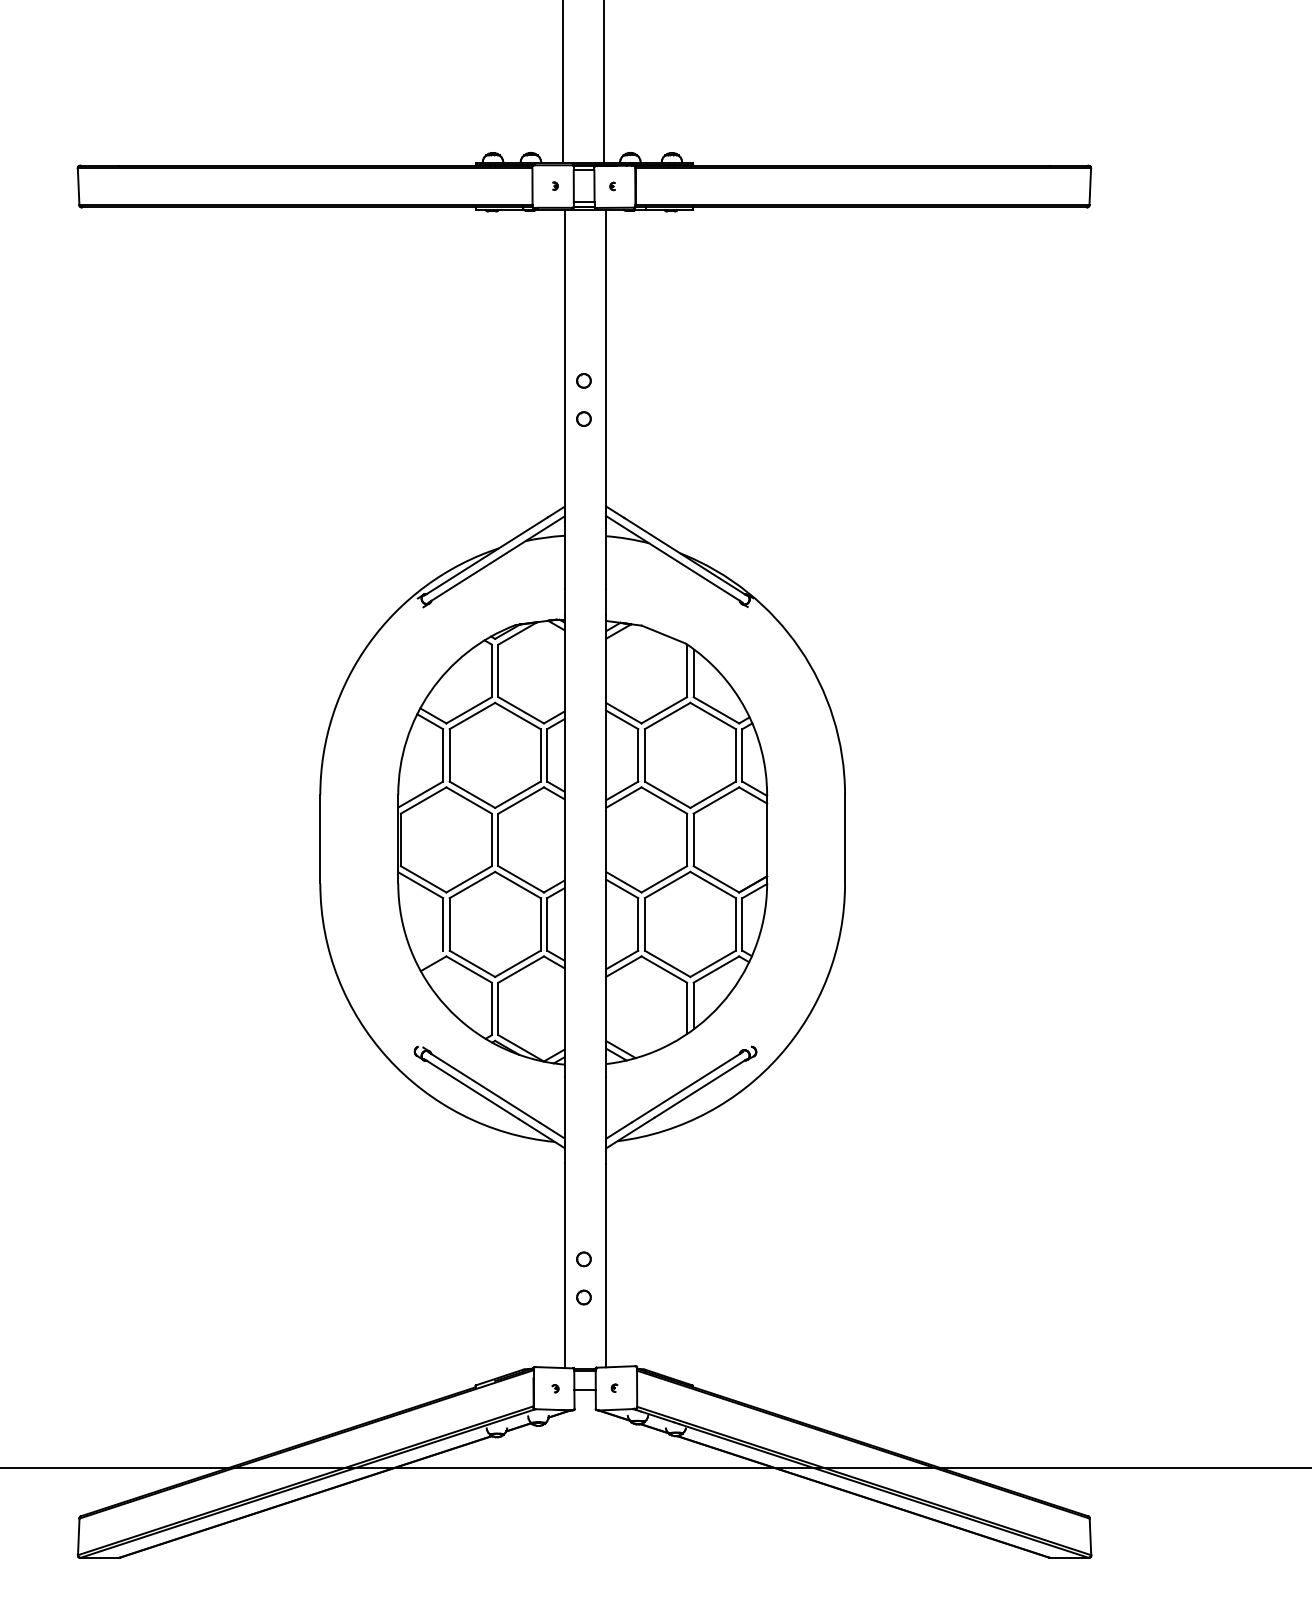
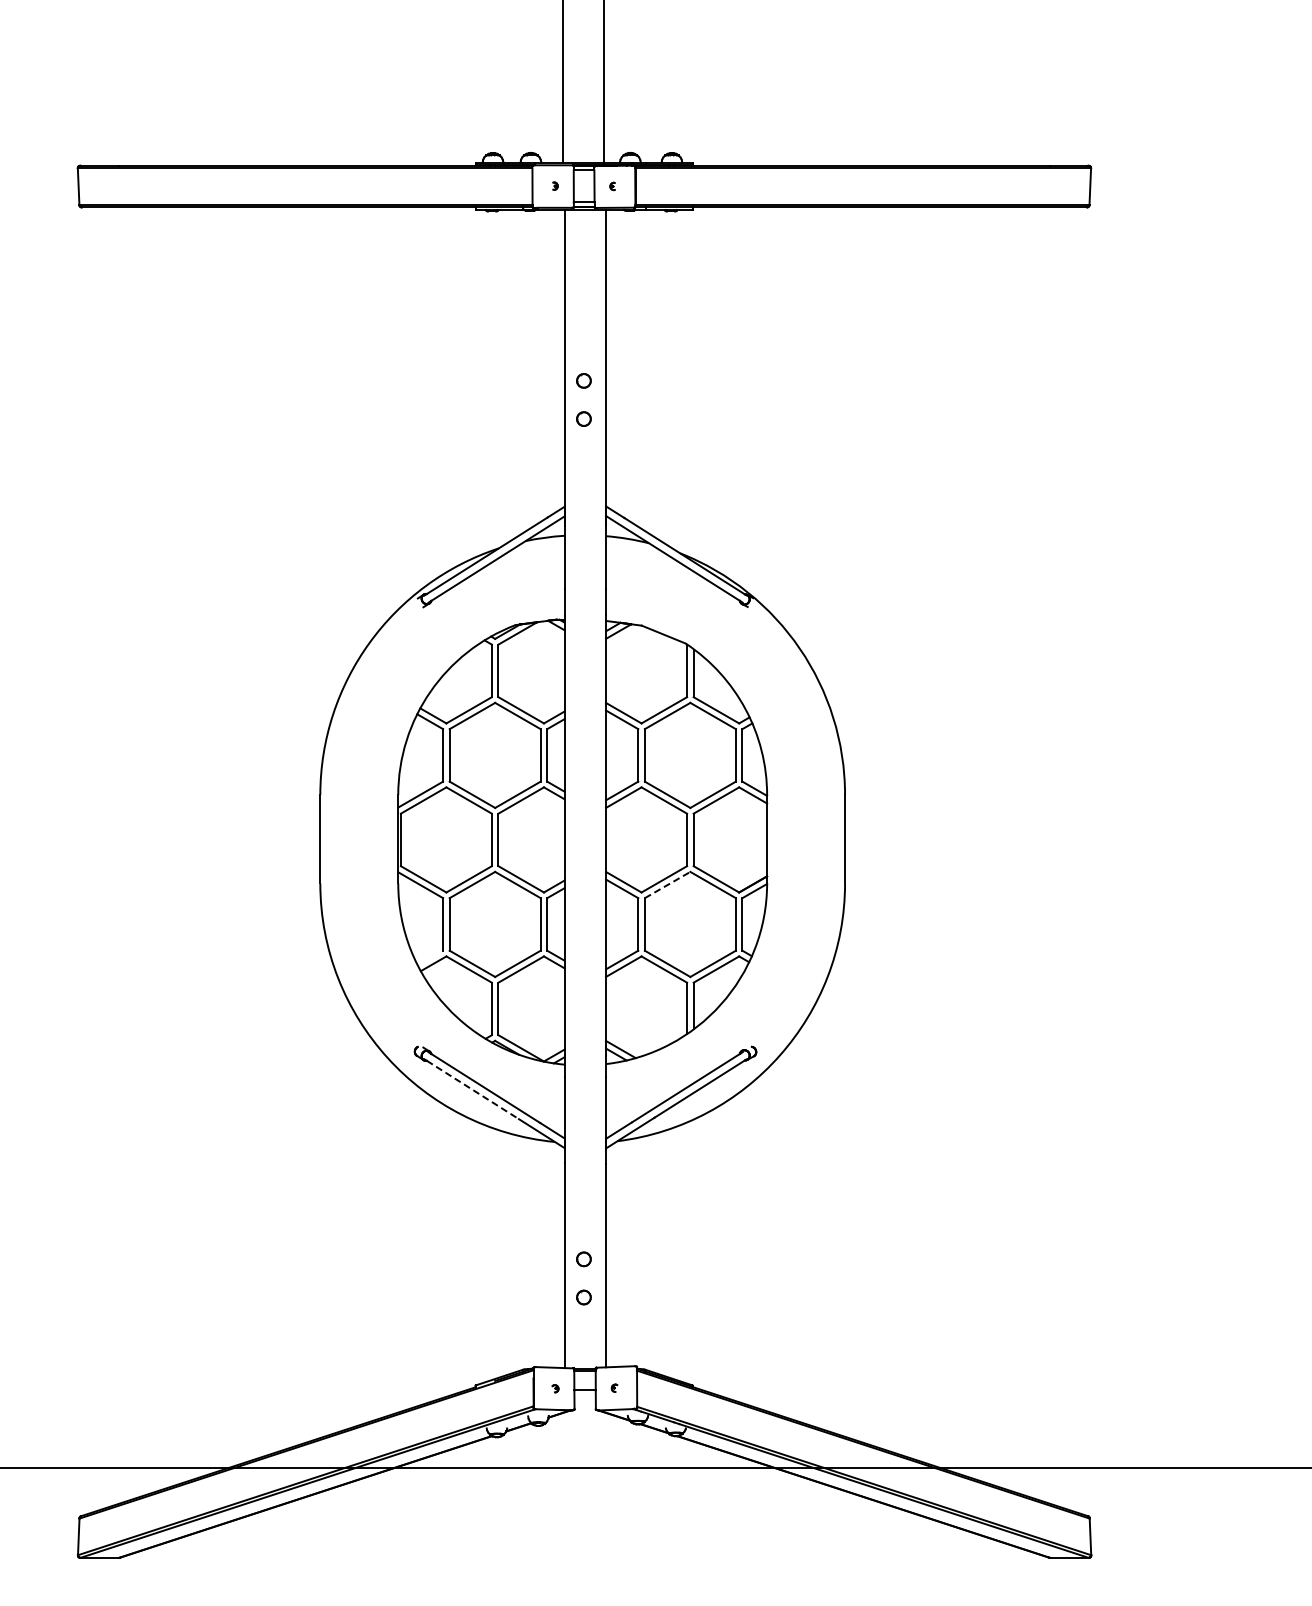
line at (668, 884): solid -> dashed
line at (473, 1090): solid -> dashed
